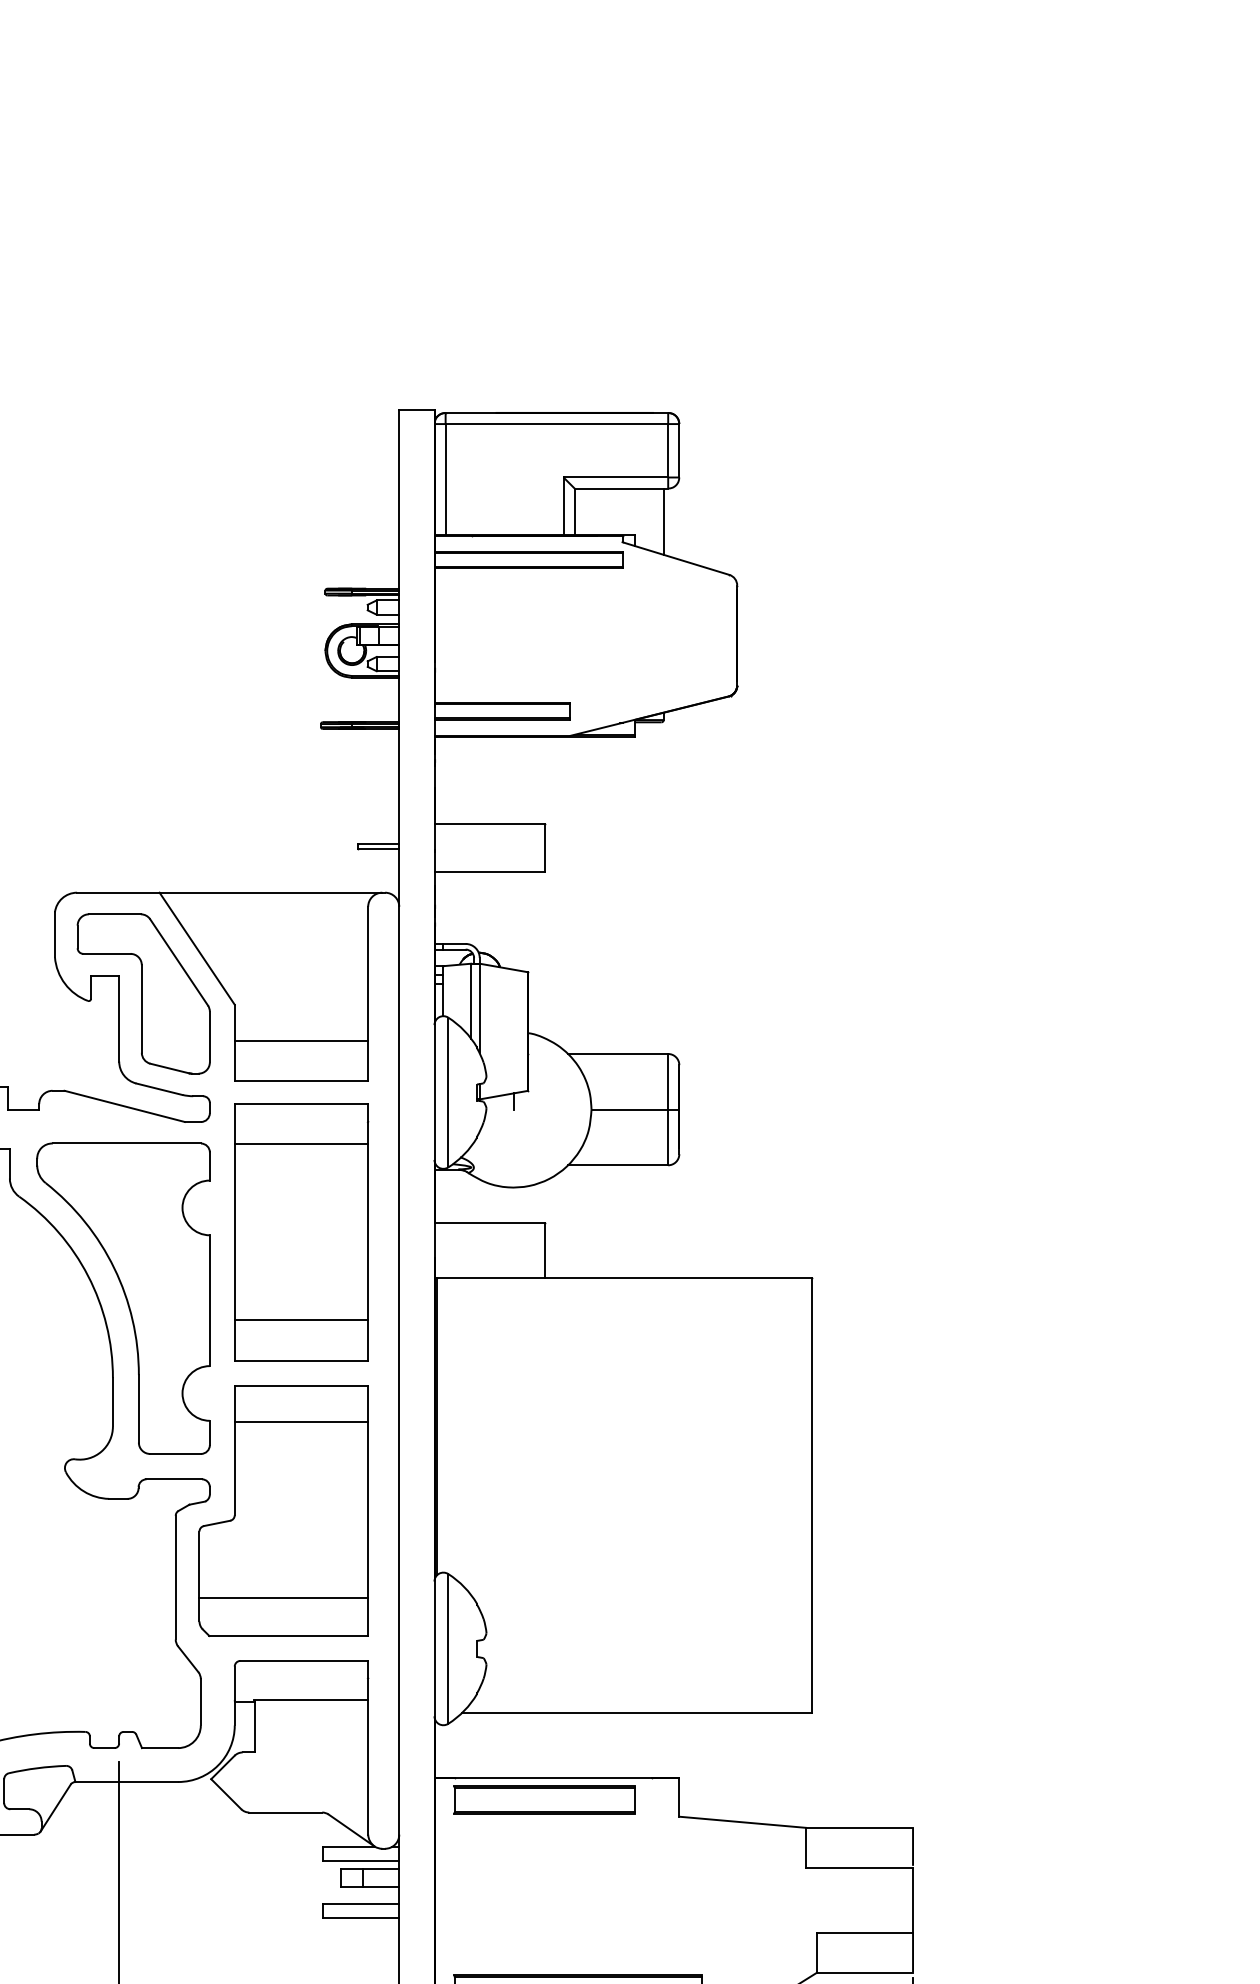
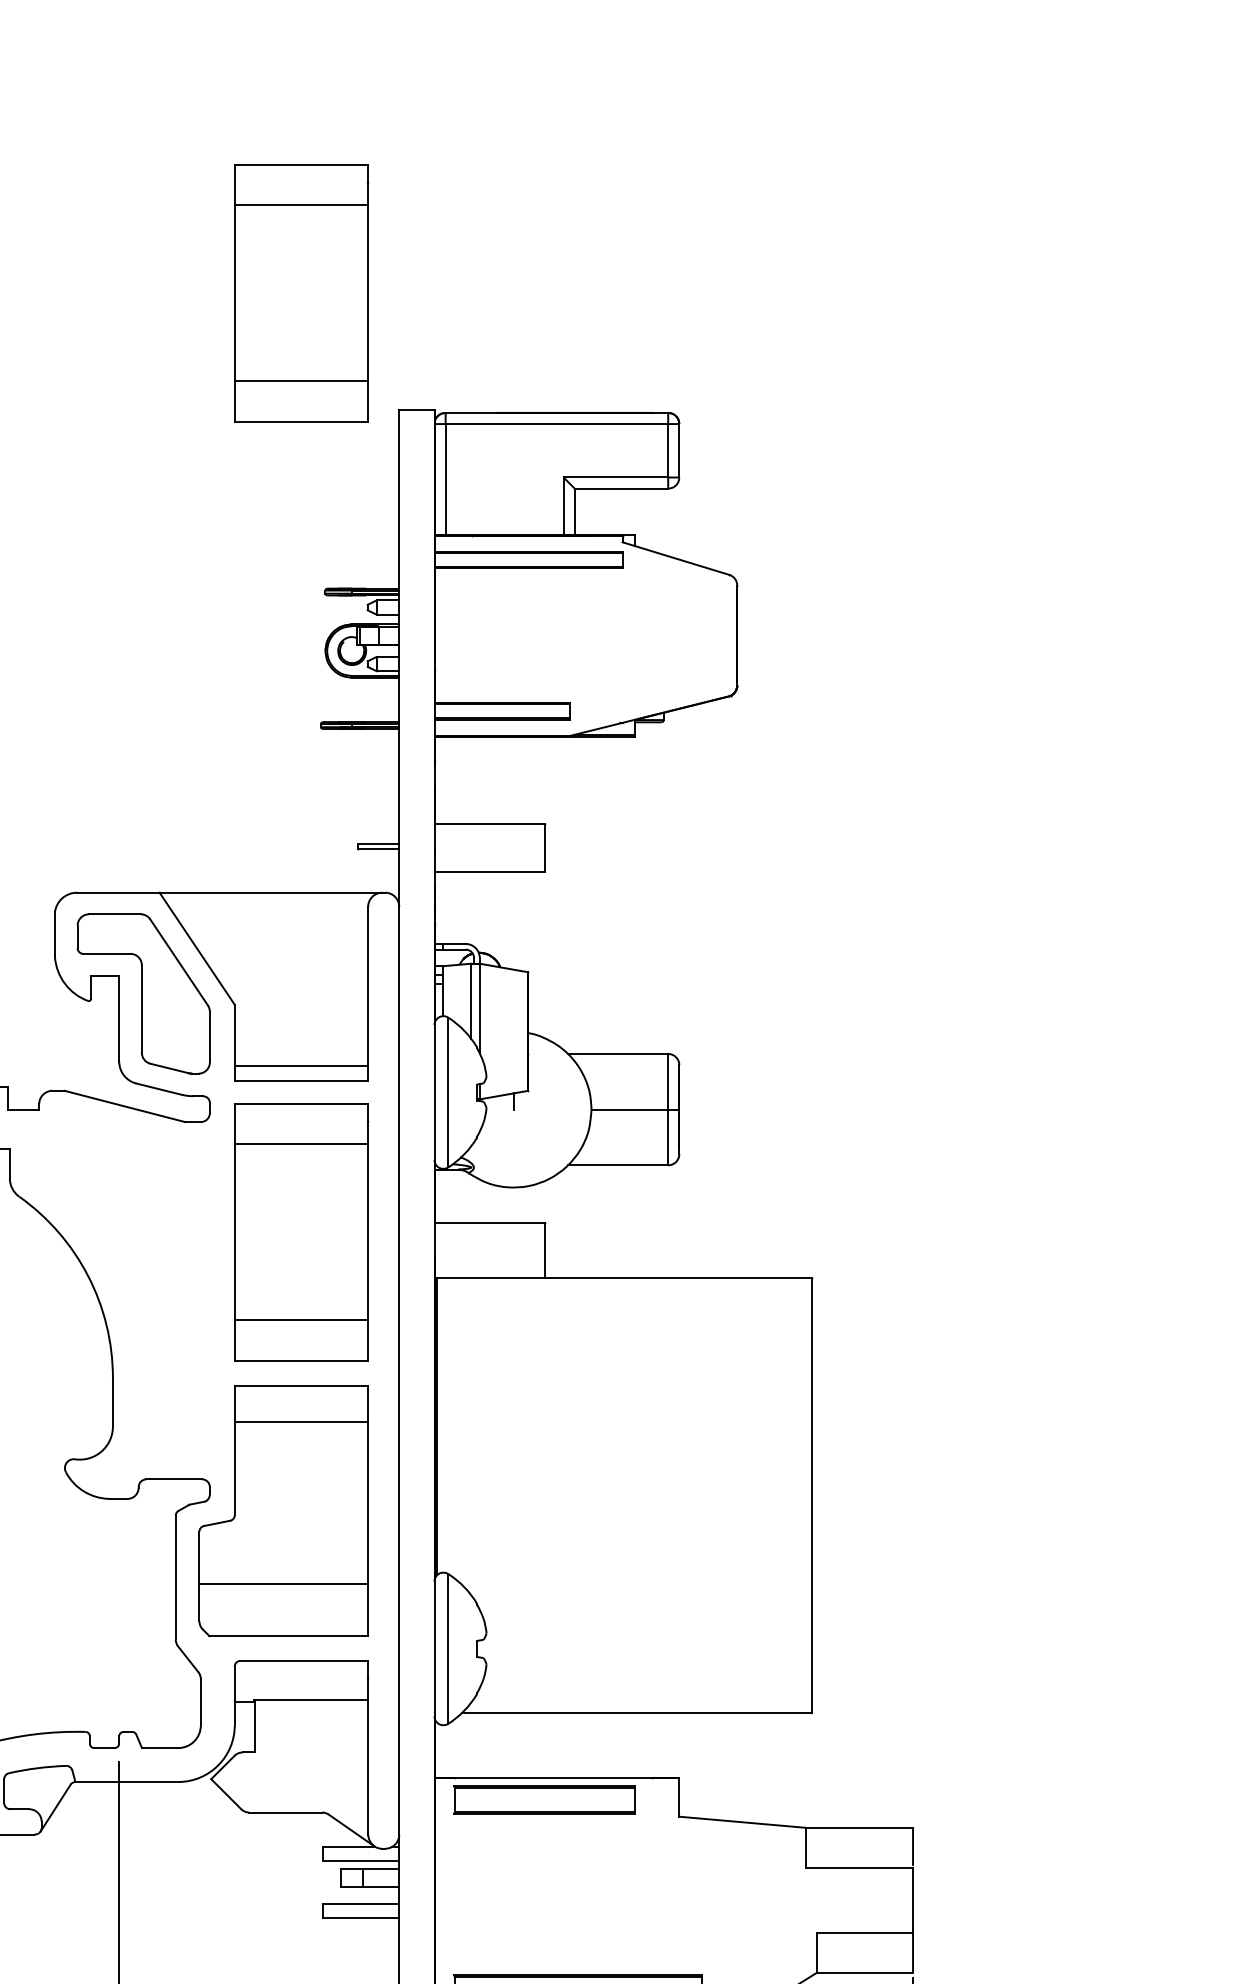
part at (301, 293): none -> present
line at (663, 521): present -> none
line at (301, 1041) position: (301, 1041) -> (301, 1066)
part at (123, 1298): present -> none
line at (283, 1597) position: (283, 1597) -> (283, 1583)
